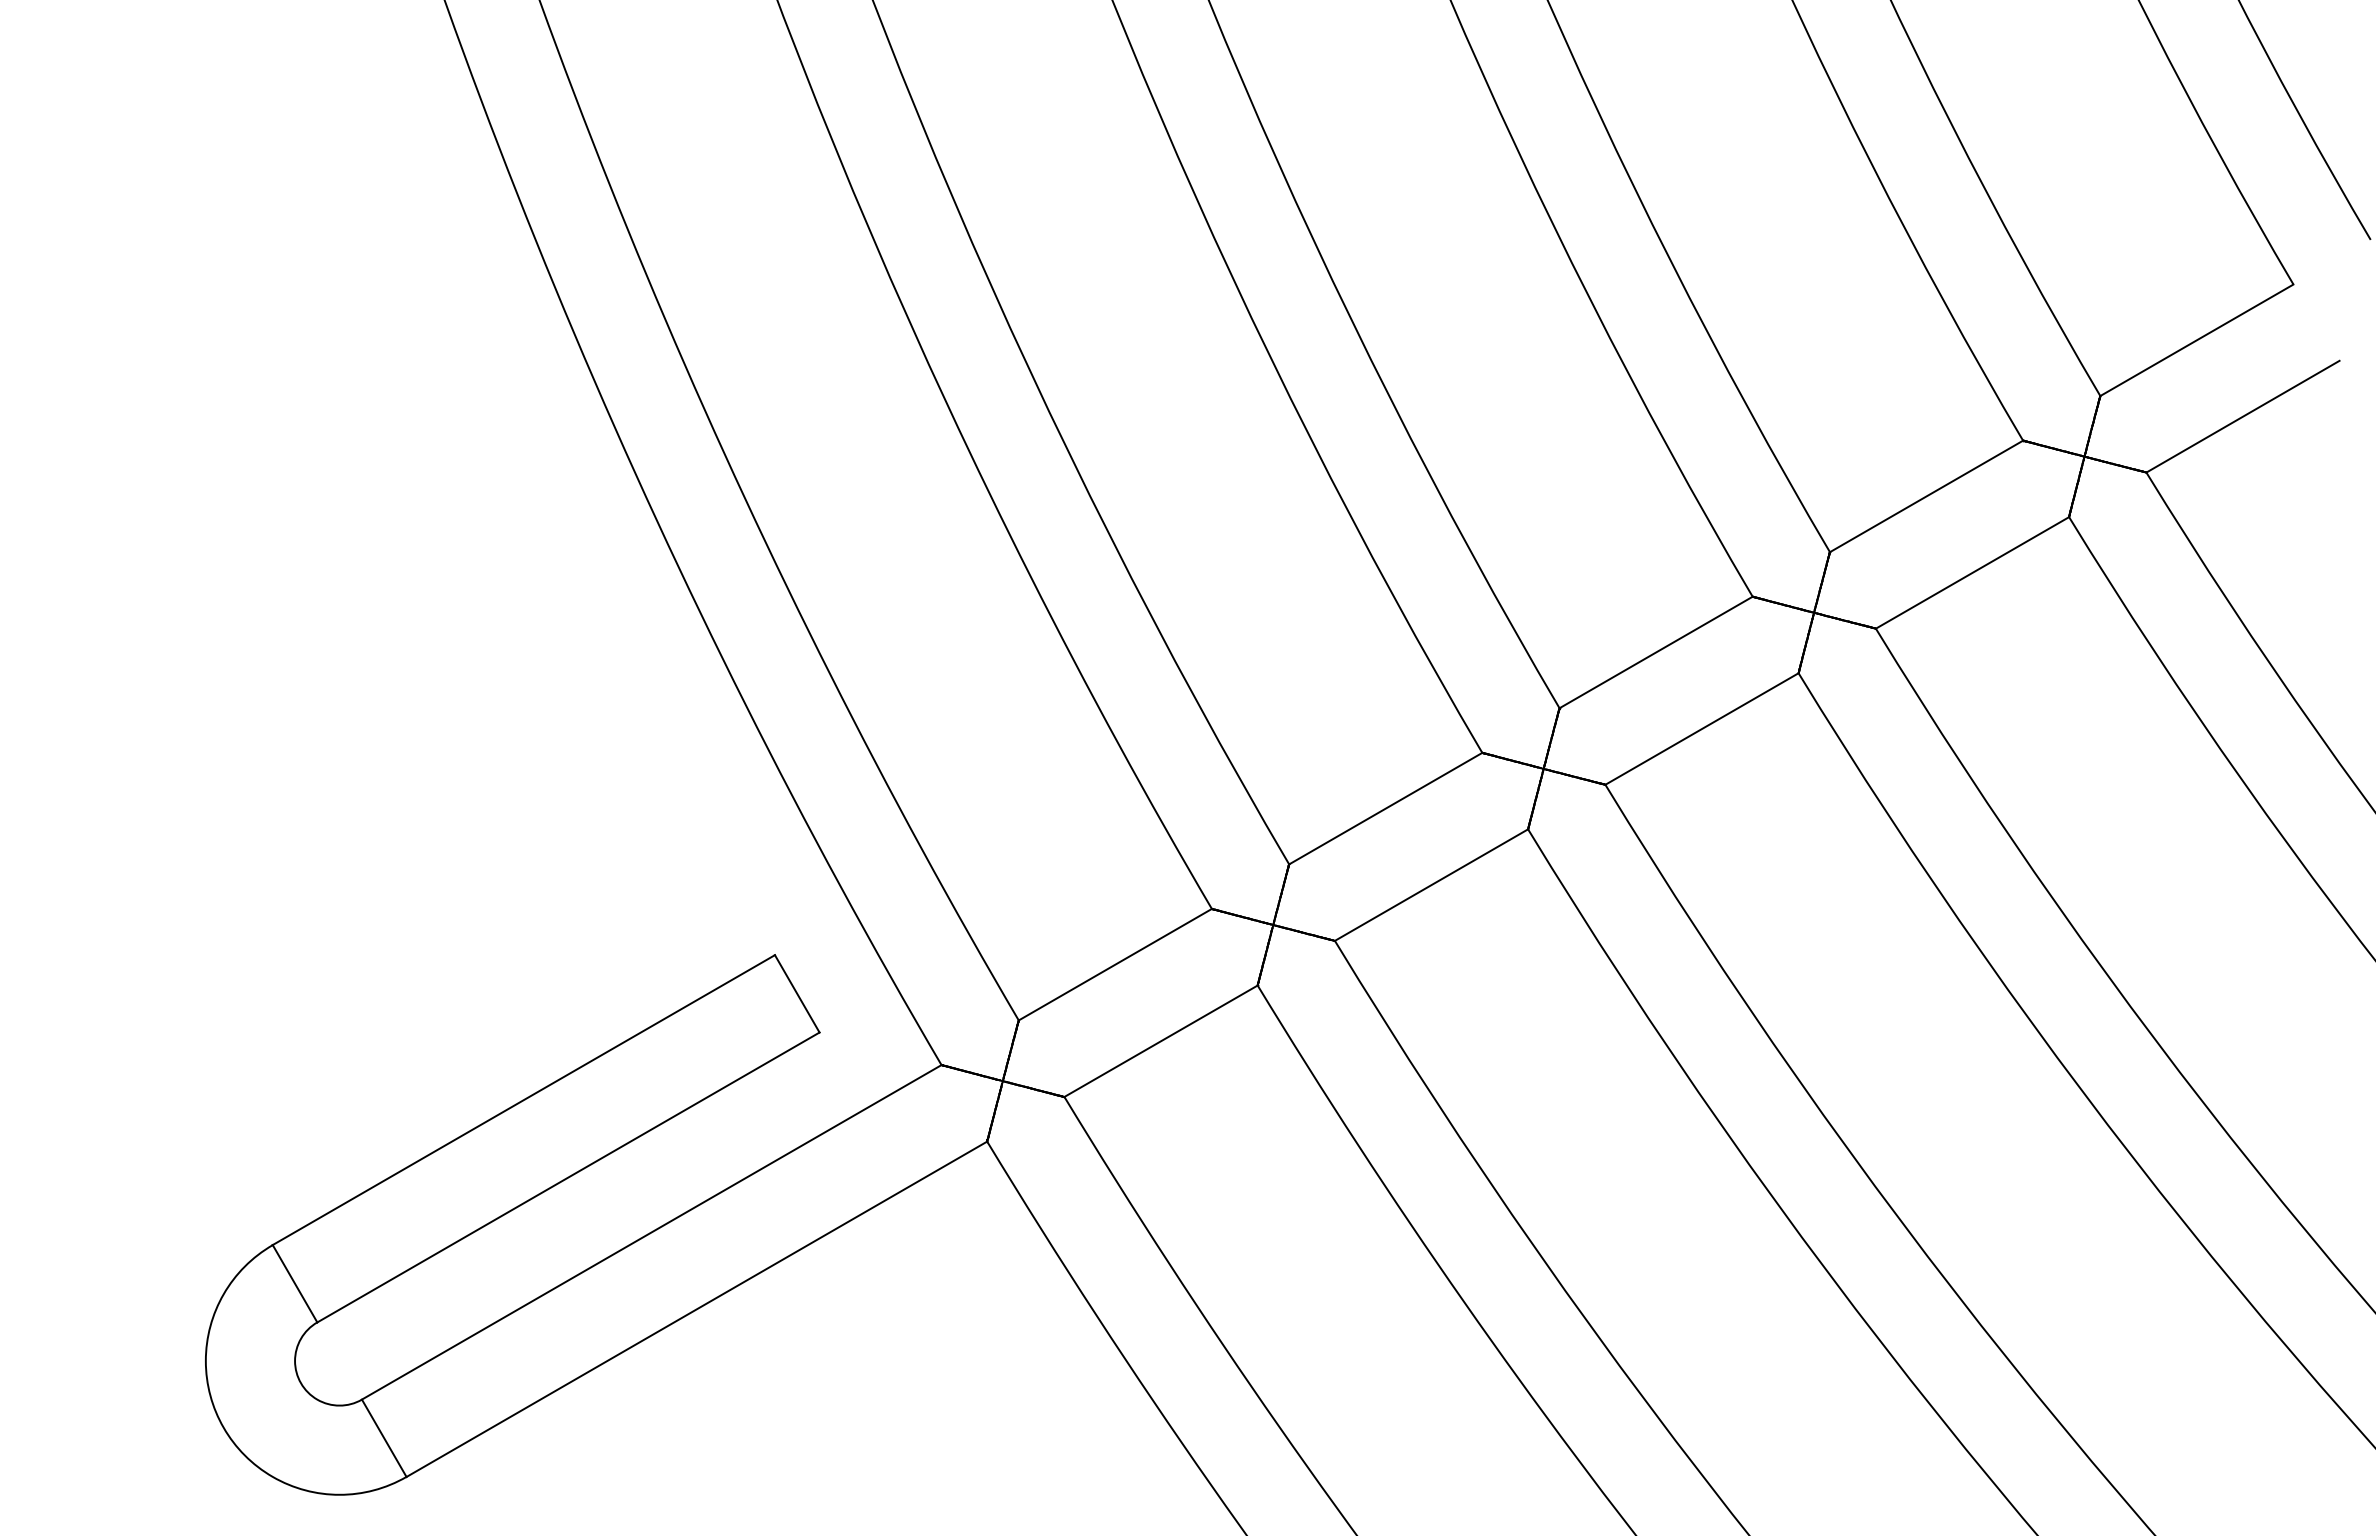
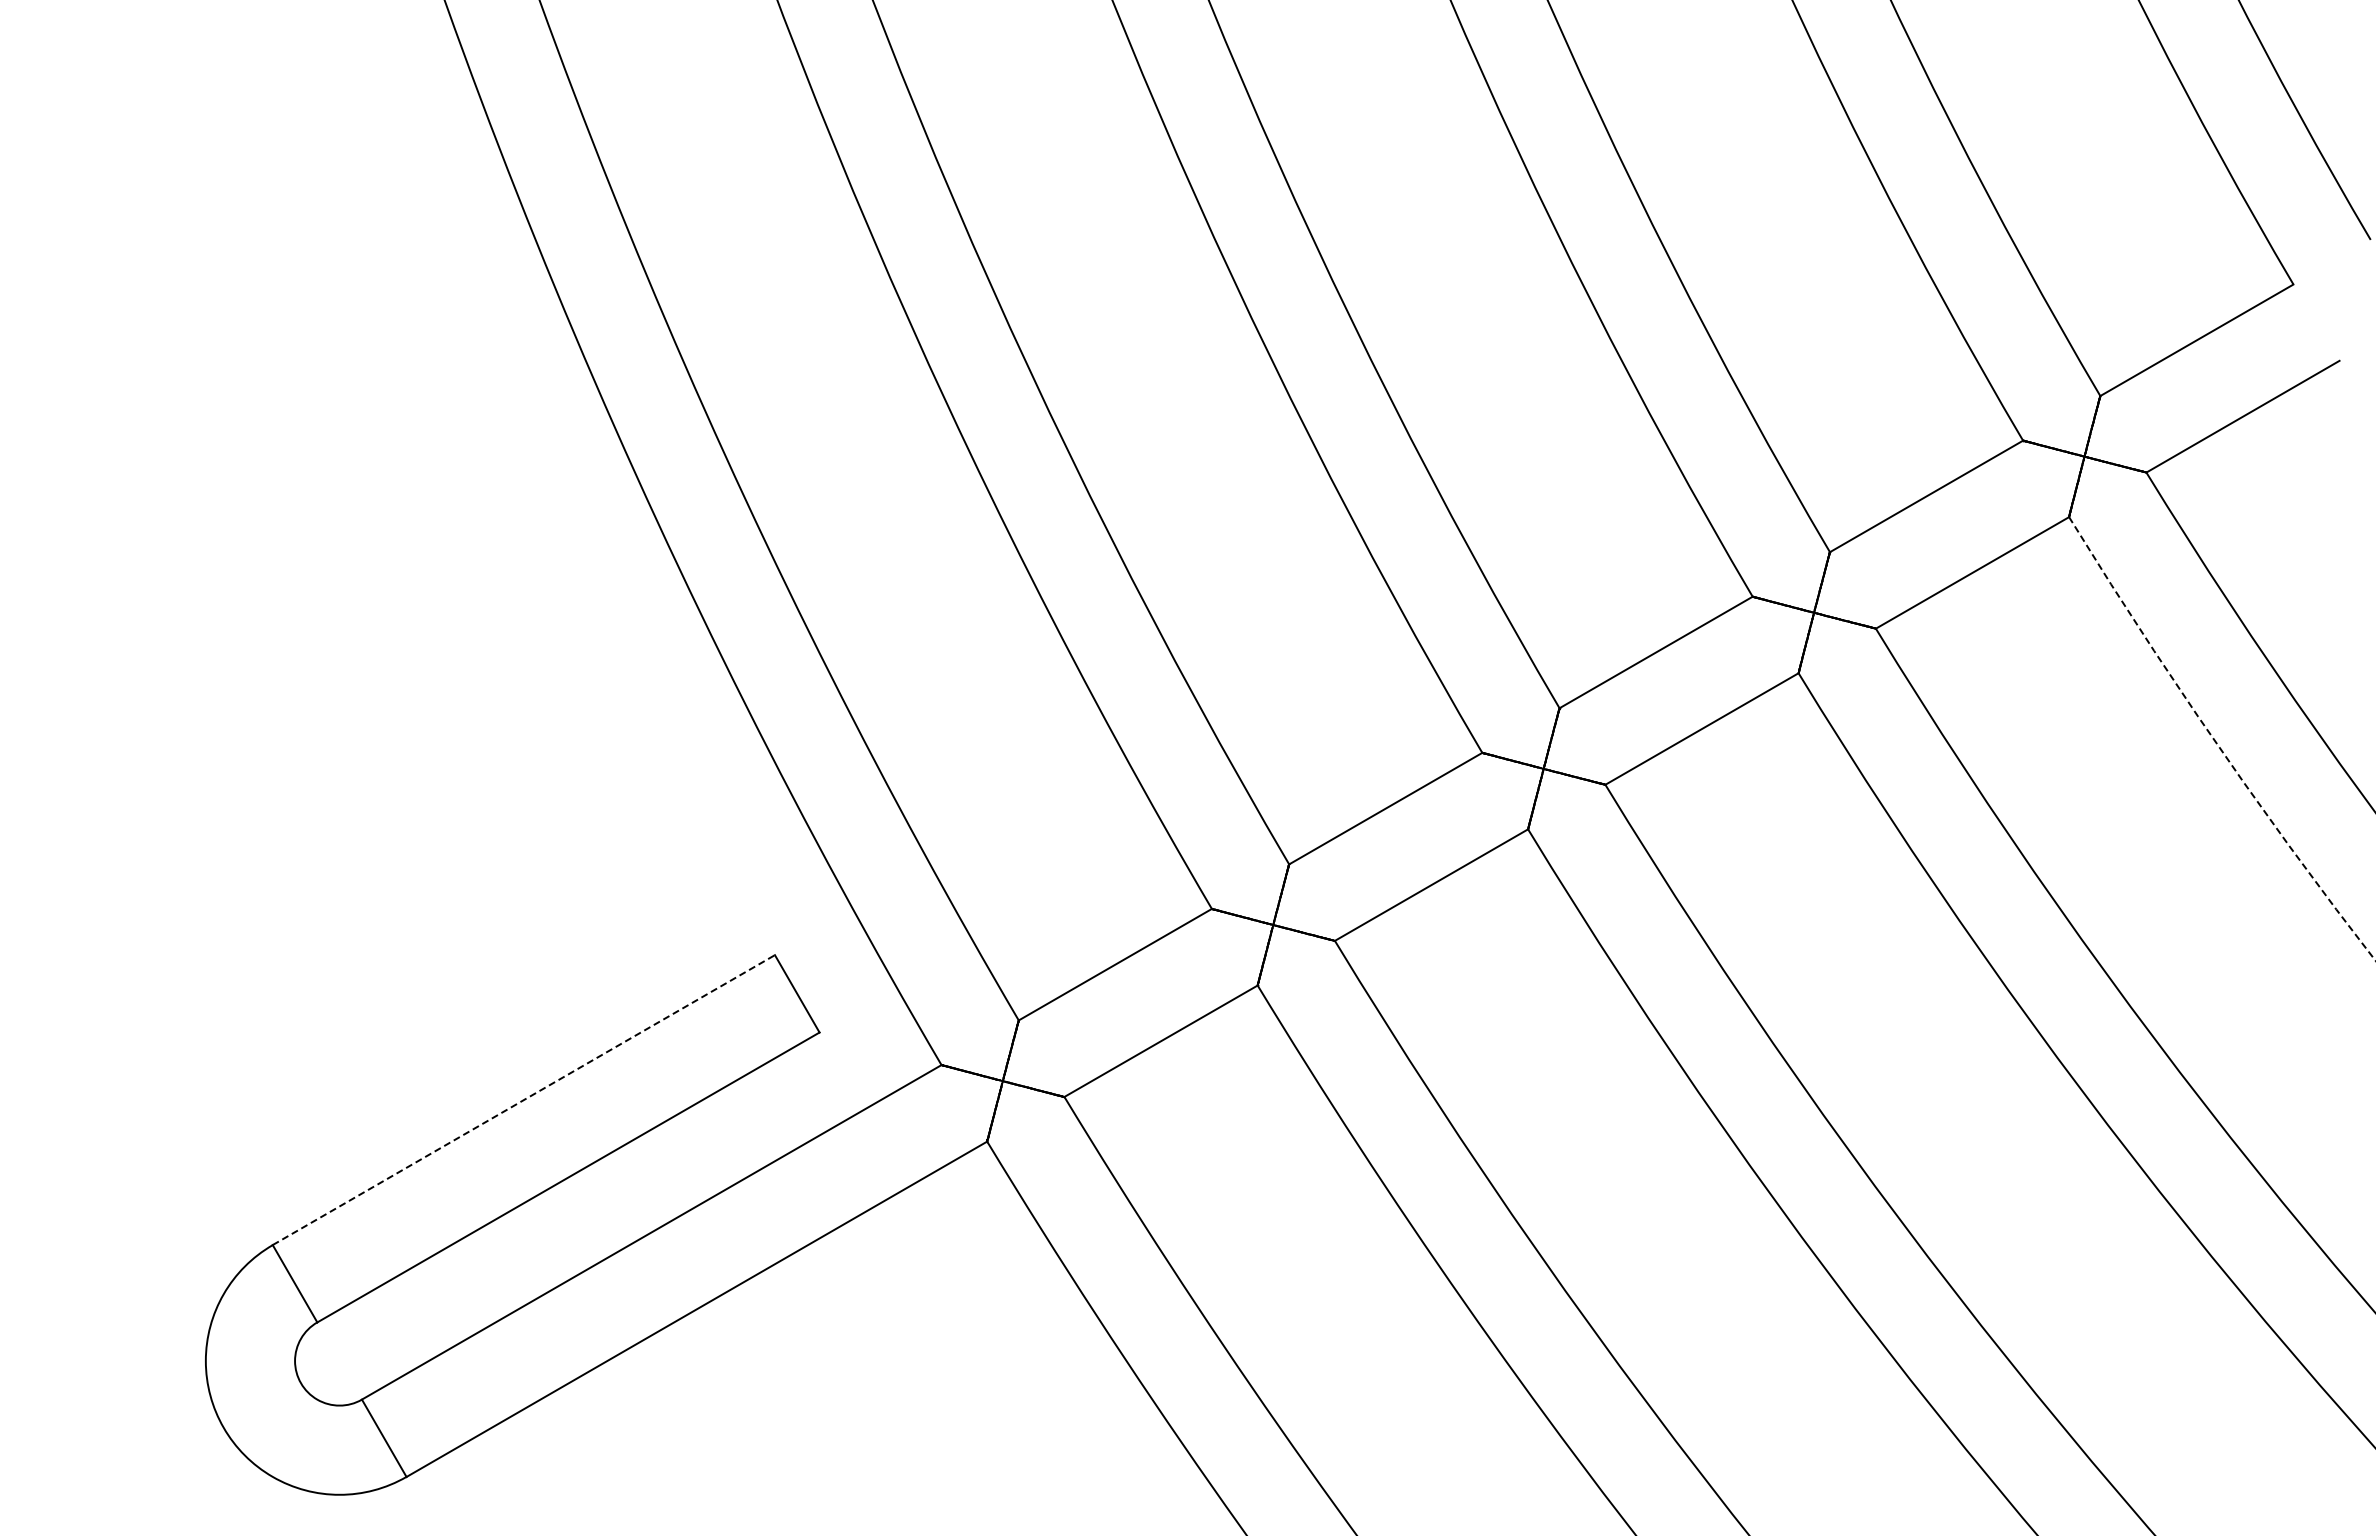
arc at (2216, 743): solid -> dashed
line at (523, 1100): solid -> dashed
